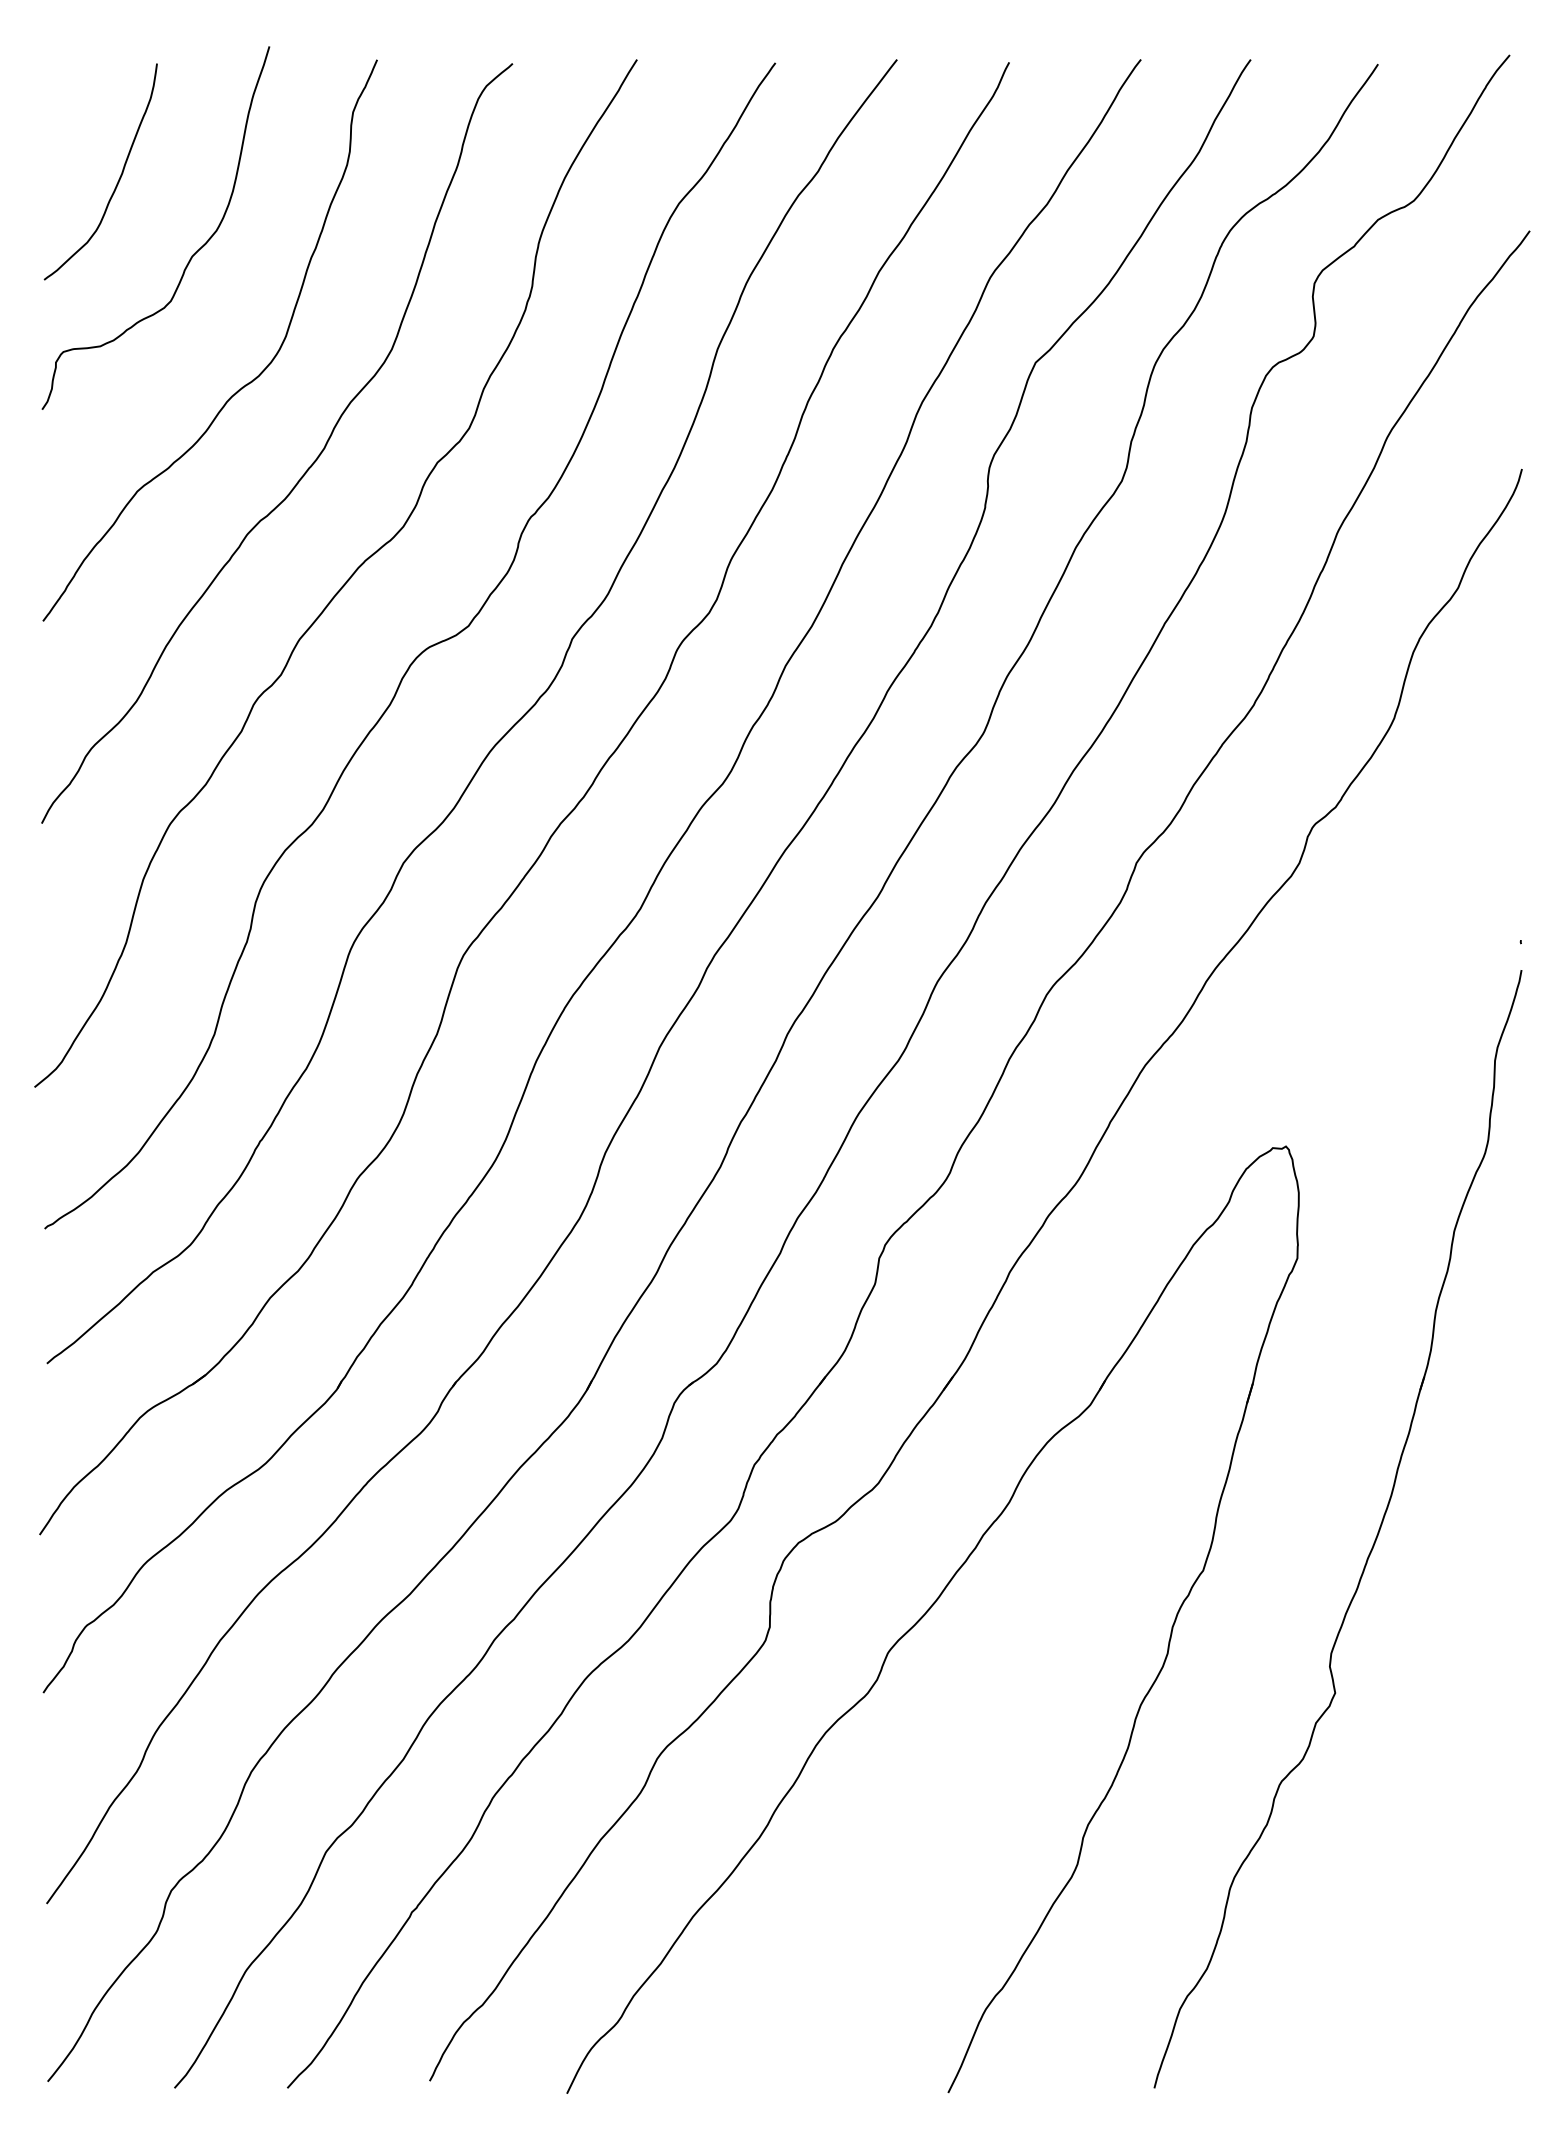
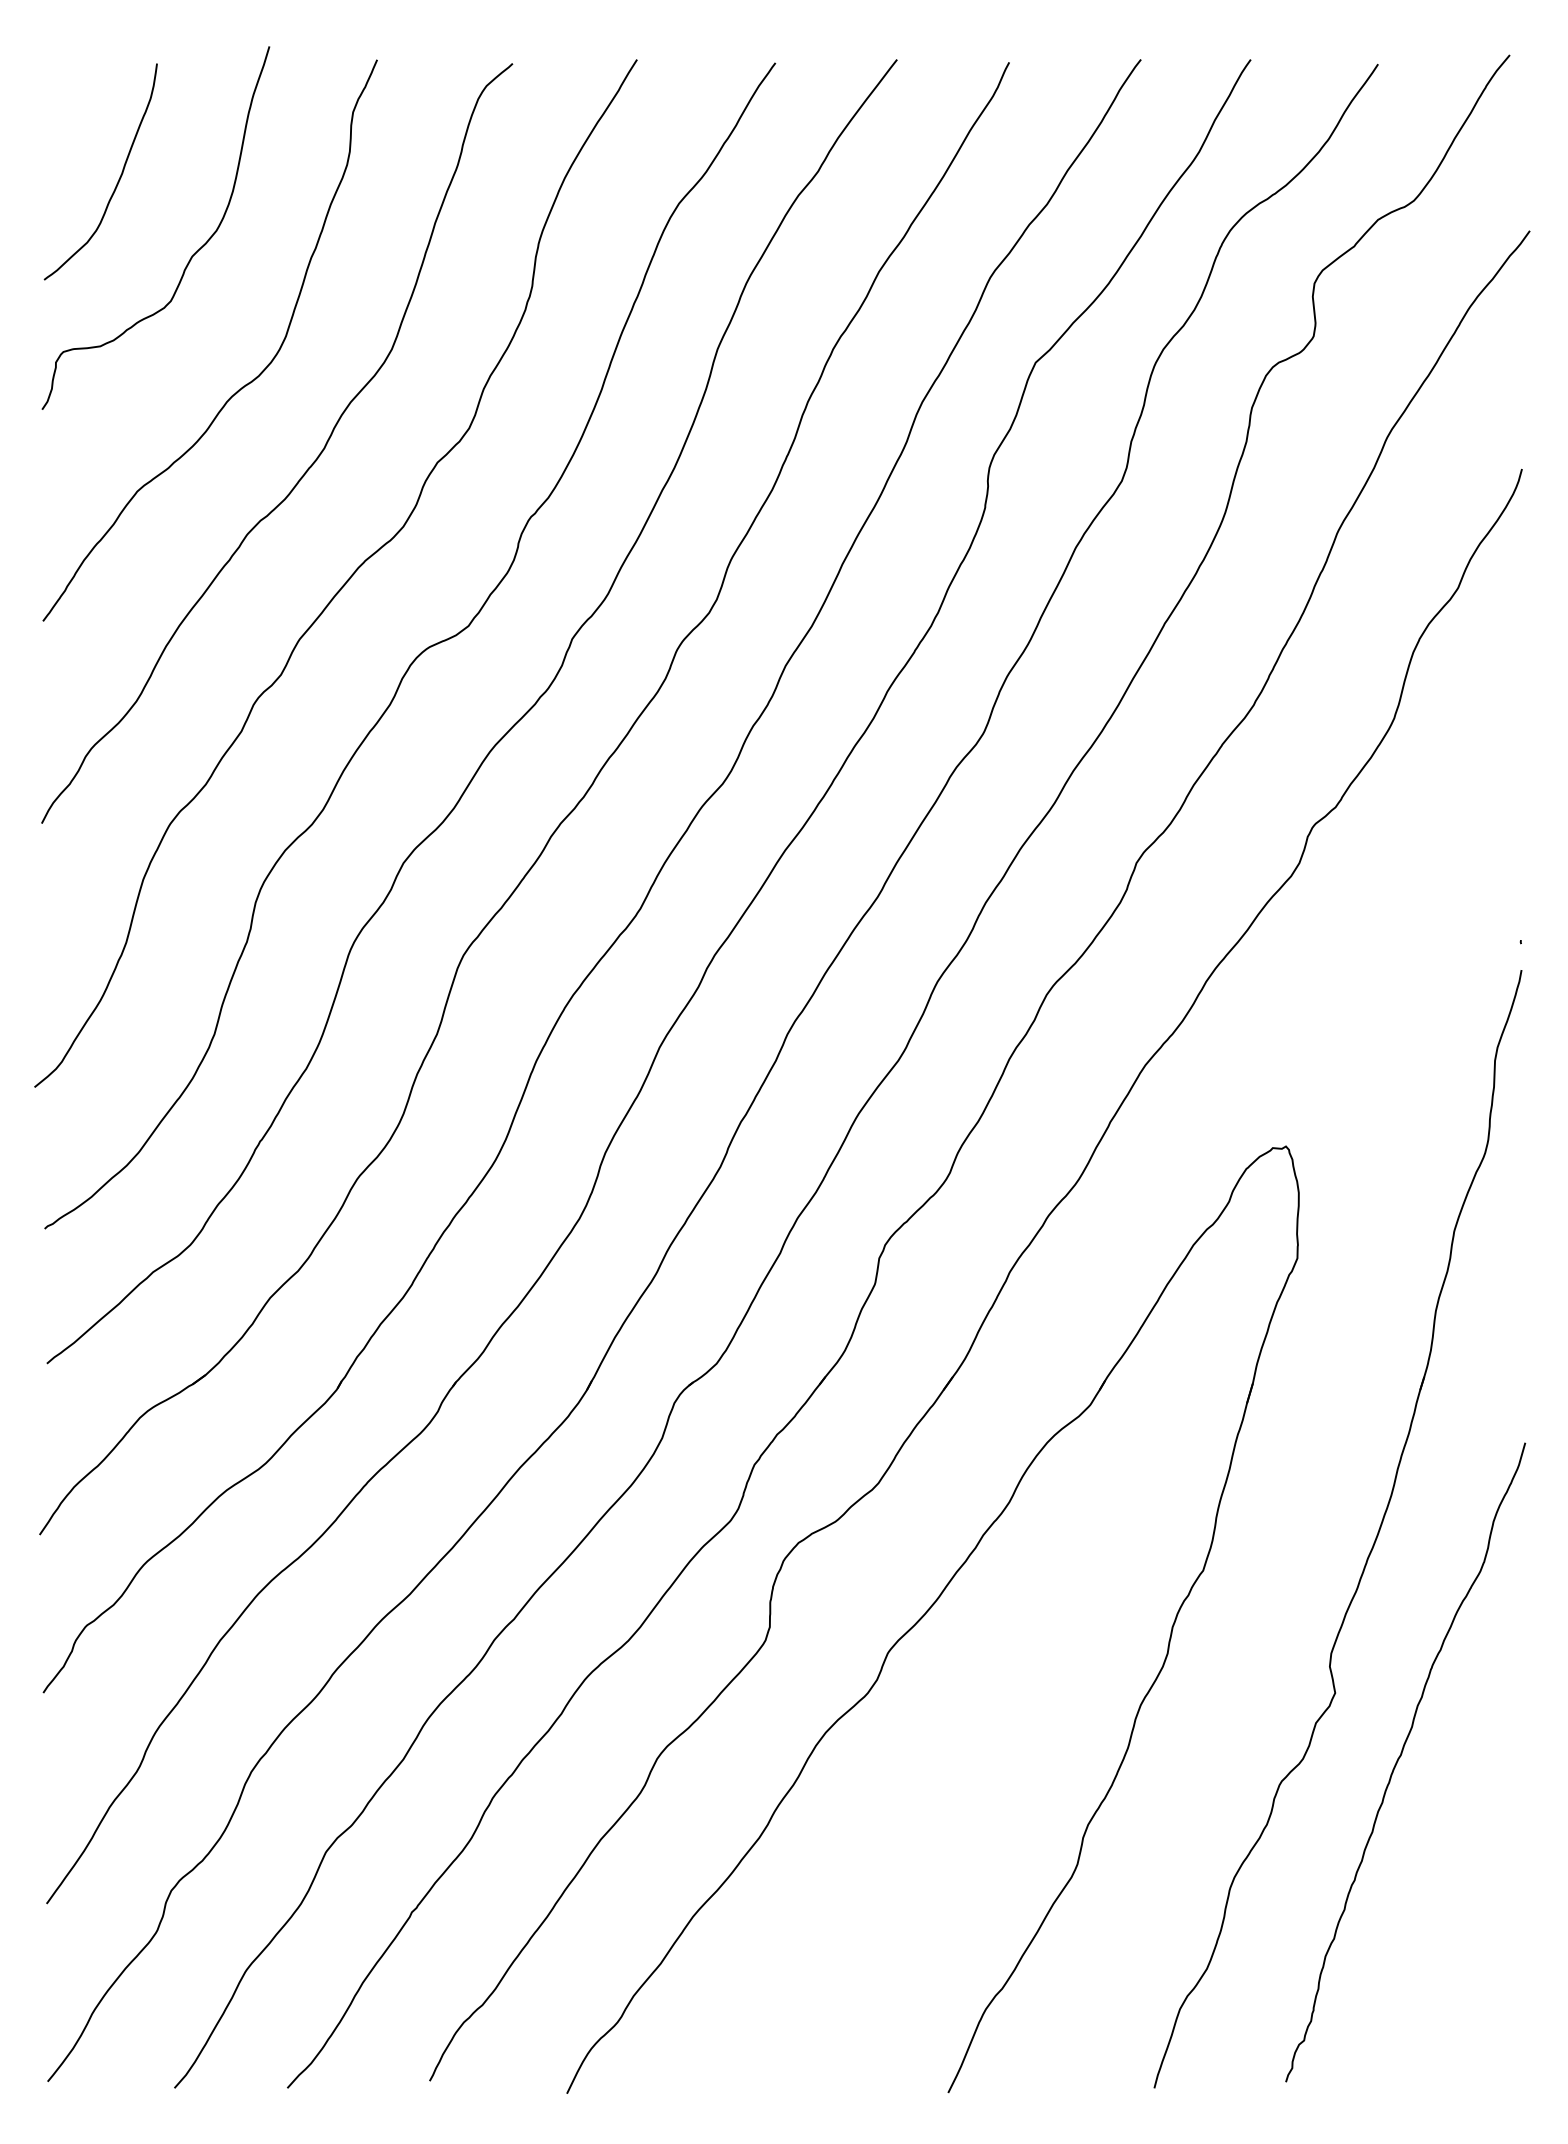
curve at (1399, 1759): none -> present
